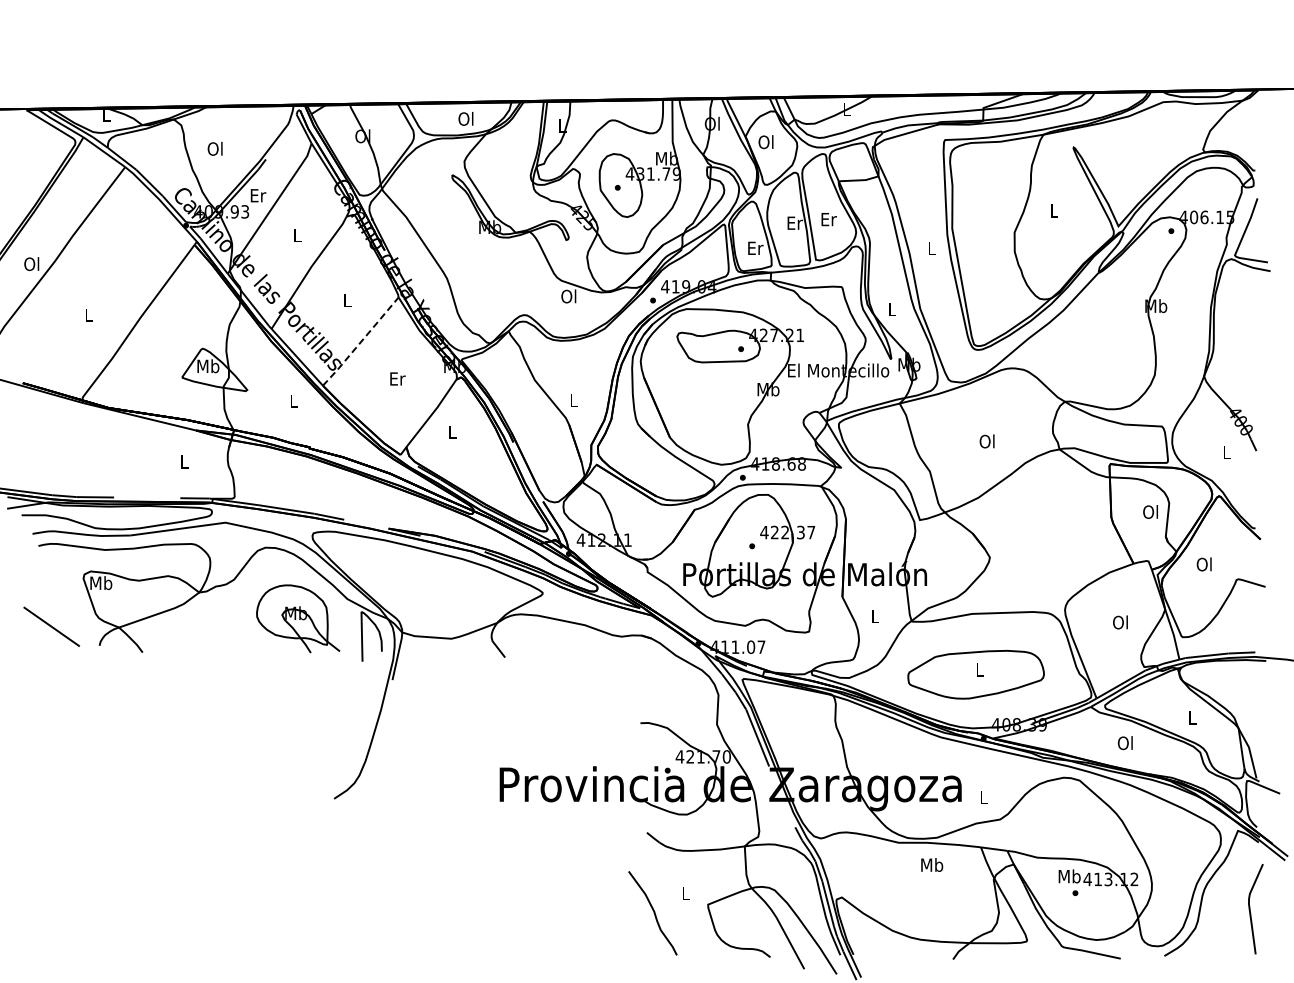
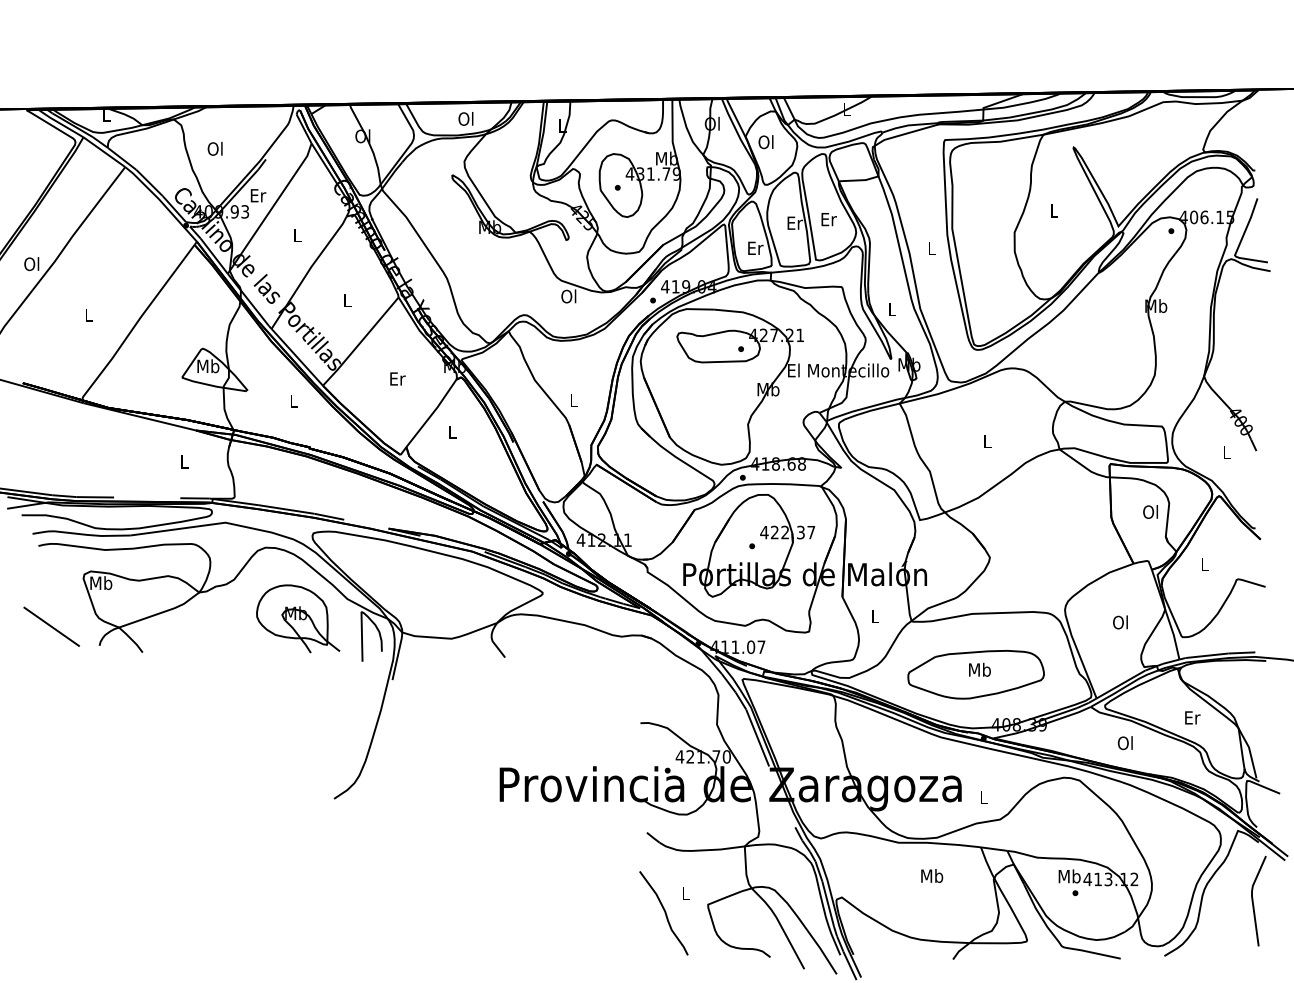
line at (360, 342): dashed -> solid
text at (986, 441): Ol -> L
text at (1203, 564): Ol -> L
text at (979, 669): L -> Mb
text at (1192, 717): L -> Er
text at (932, 864) position: (932, 864) -> (932, 875)
line at (1250, 909) position: (1250, 909) -> (1253, 901)
curve at (653, 913) position: (653, 913) -> (664, 913)
